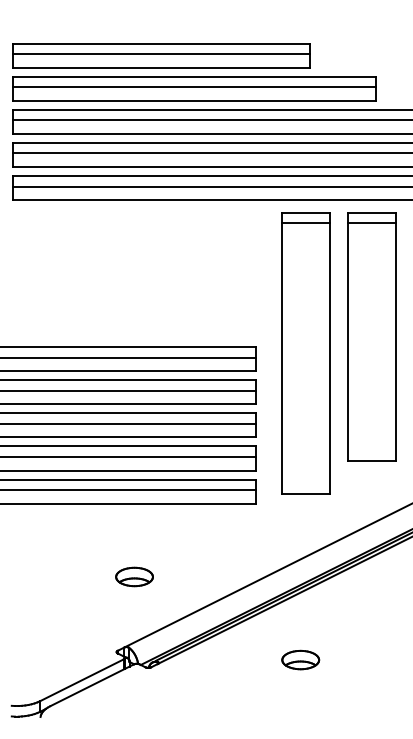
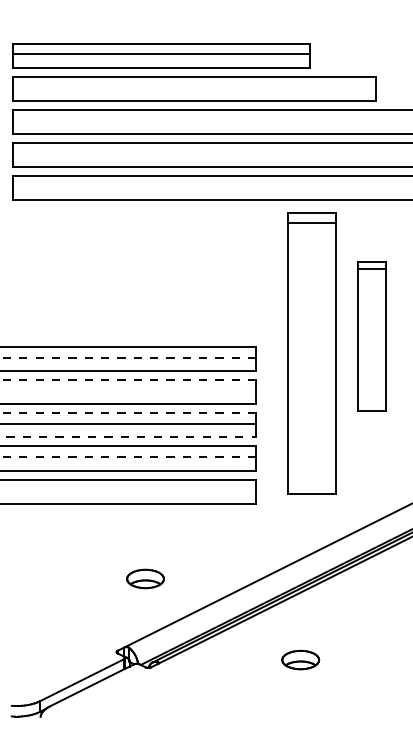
line at (194, 87): present -> none
line at (210, 120): present -> none
line at (210, 153): present -> none
line at (210, 186): present -> none
part at (371, 336) size: 50x250 px -> 30x151 px
part at (305, 353) position: (305, 353) -> (311, 353)
line at (128, 357): solid -> dashed
line at (128, 380): solid -> dashed
line at (129, 390): present -> none
line at (128, 413): solid -> dashed
line at (128, 437): solid -> dashed
line at (128, 457): solid -> dashed
line at (129, 490): present -> none
part at (134, 576) position: (134, 576) -> (145, 578)
